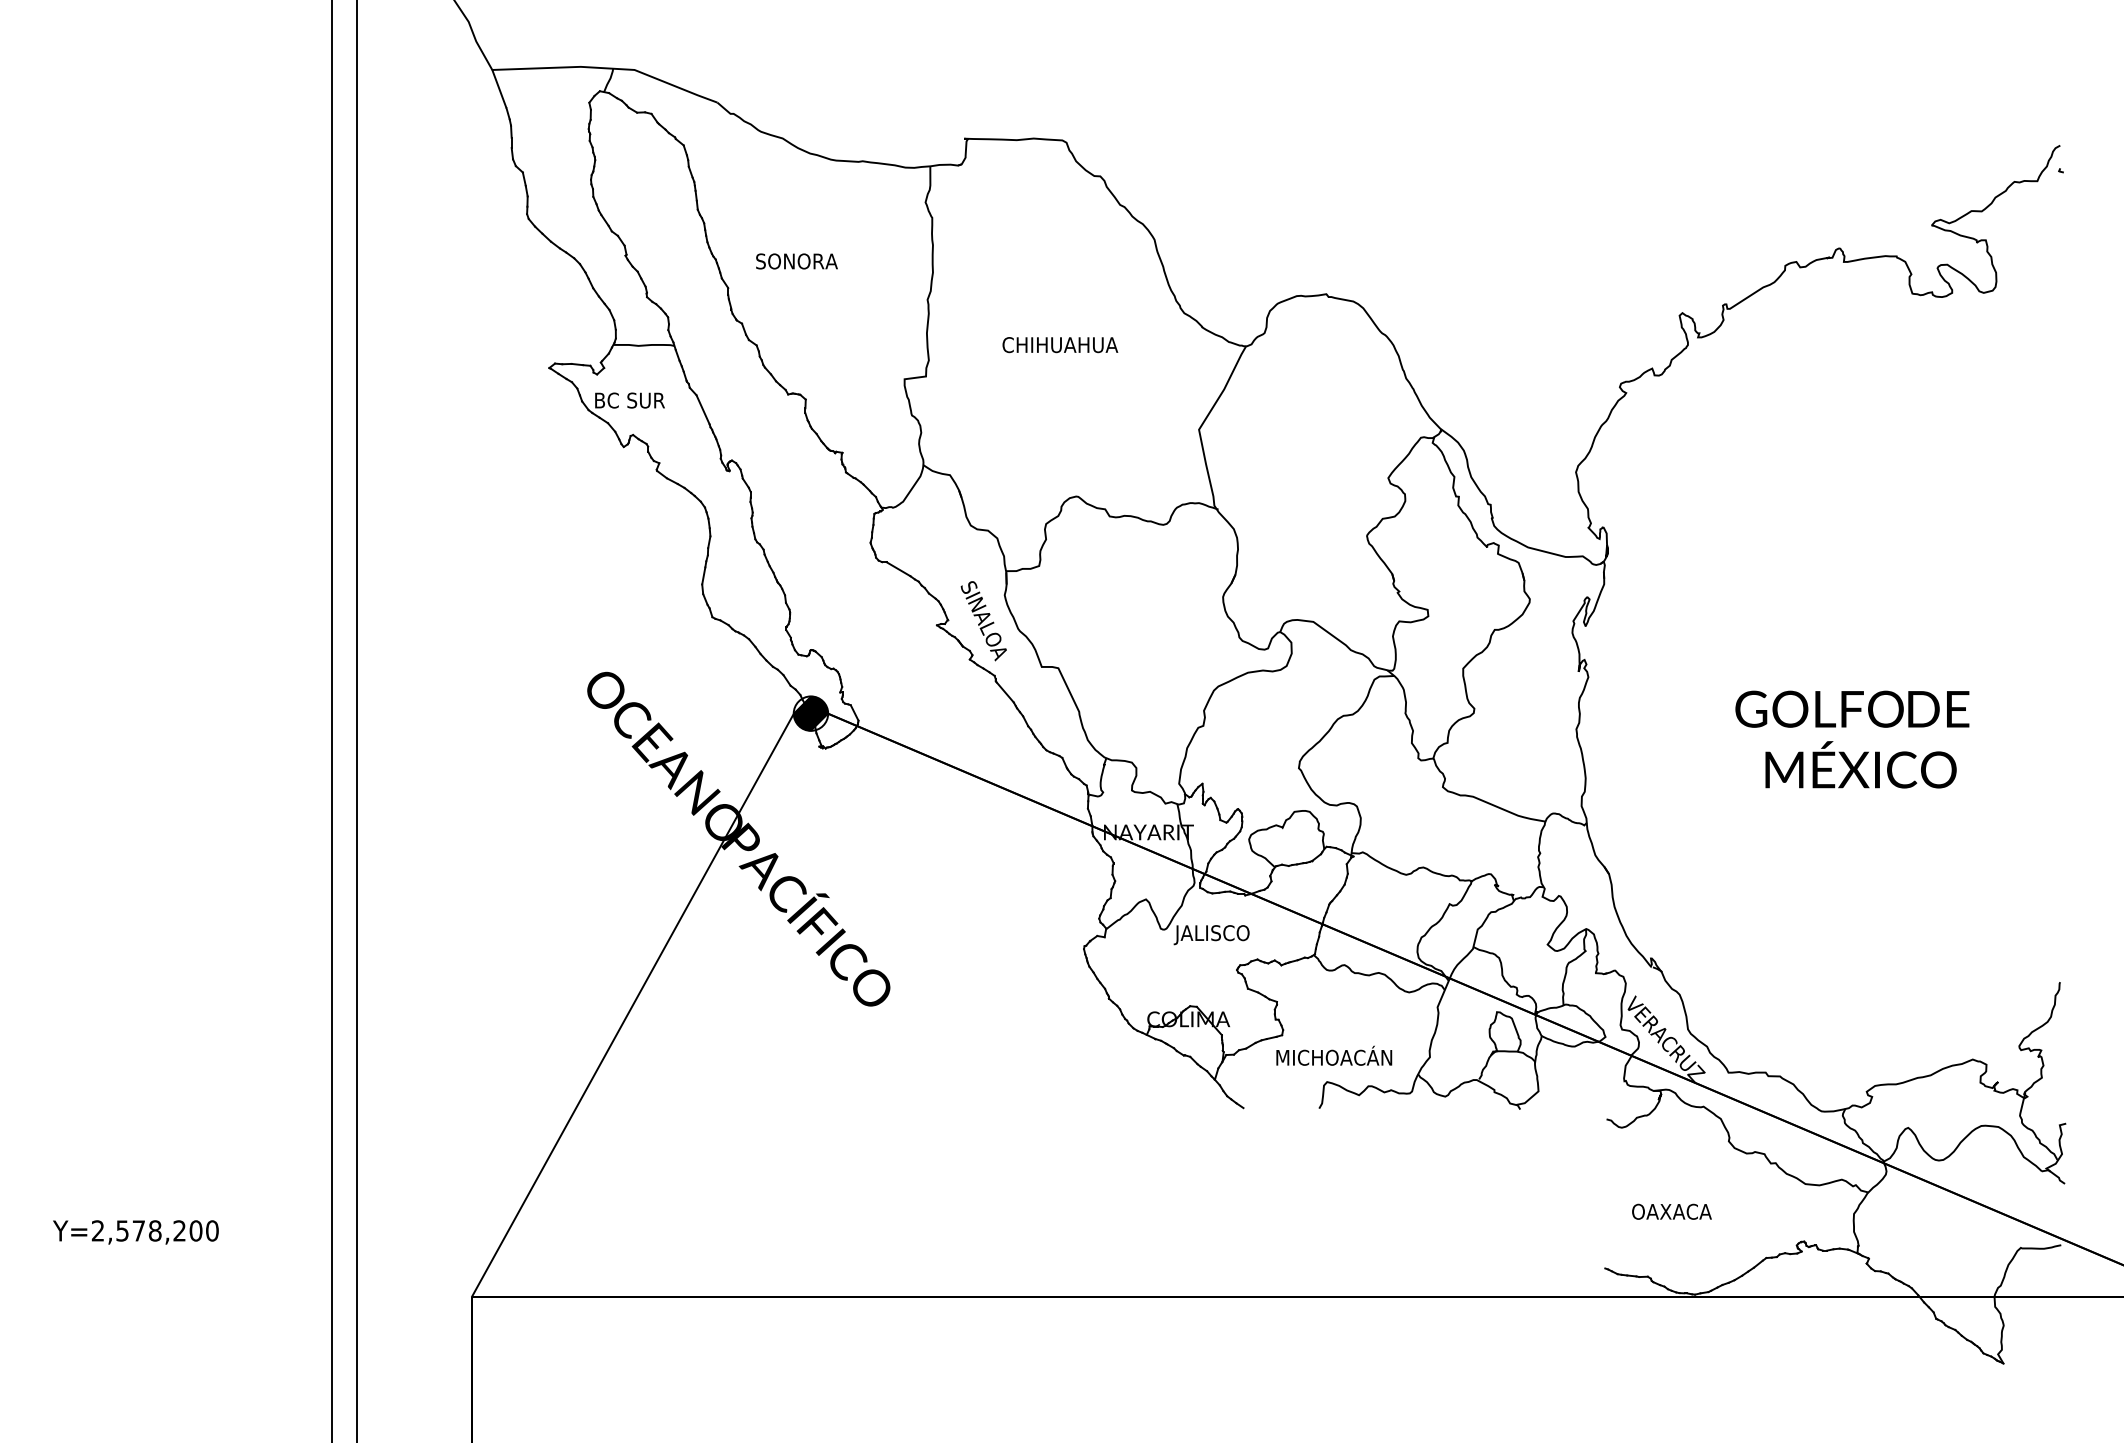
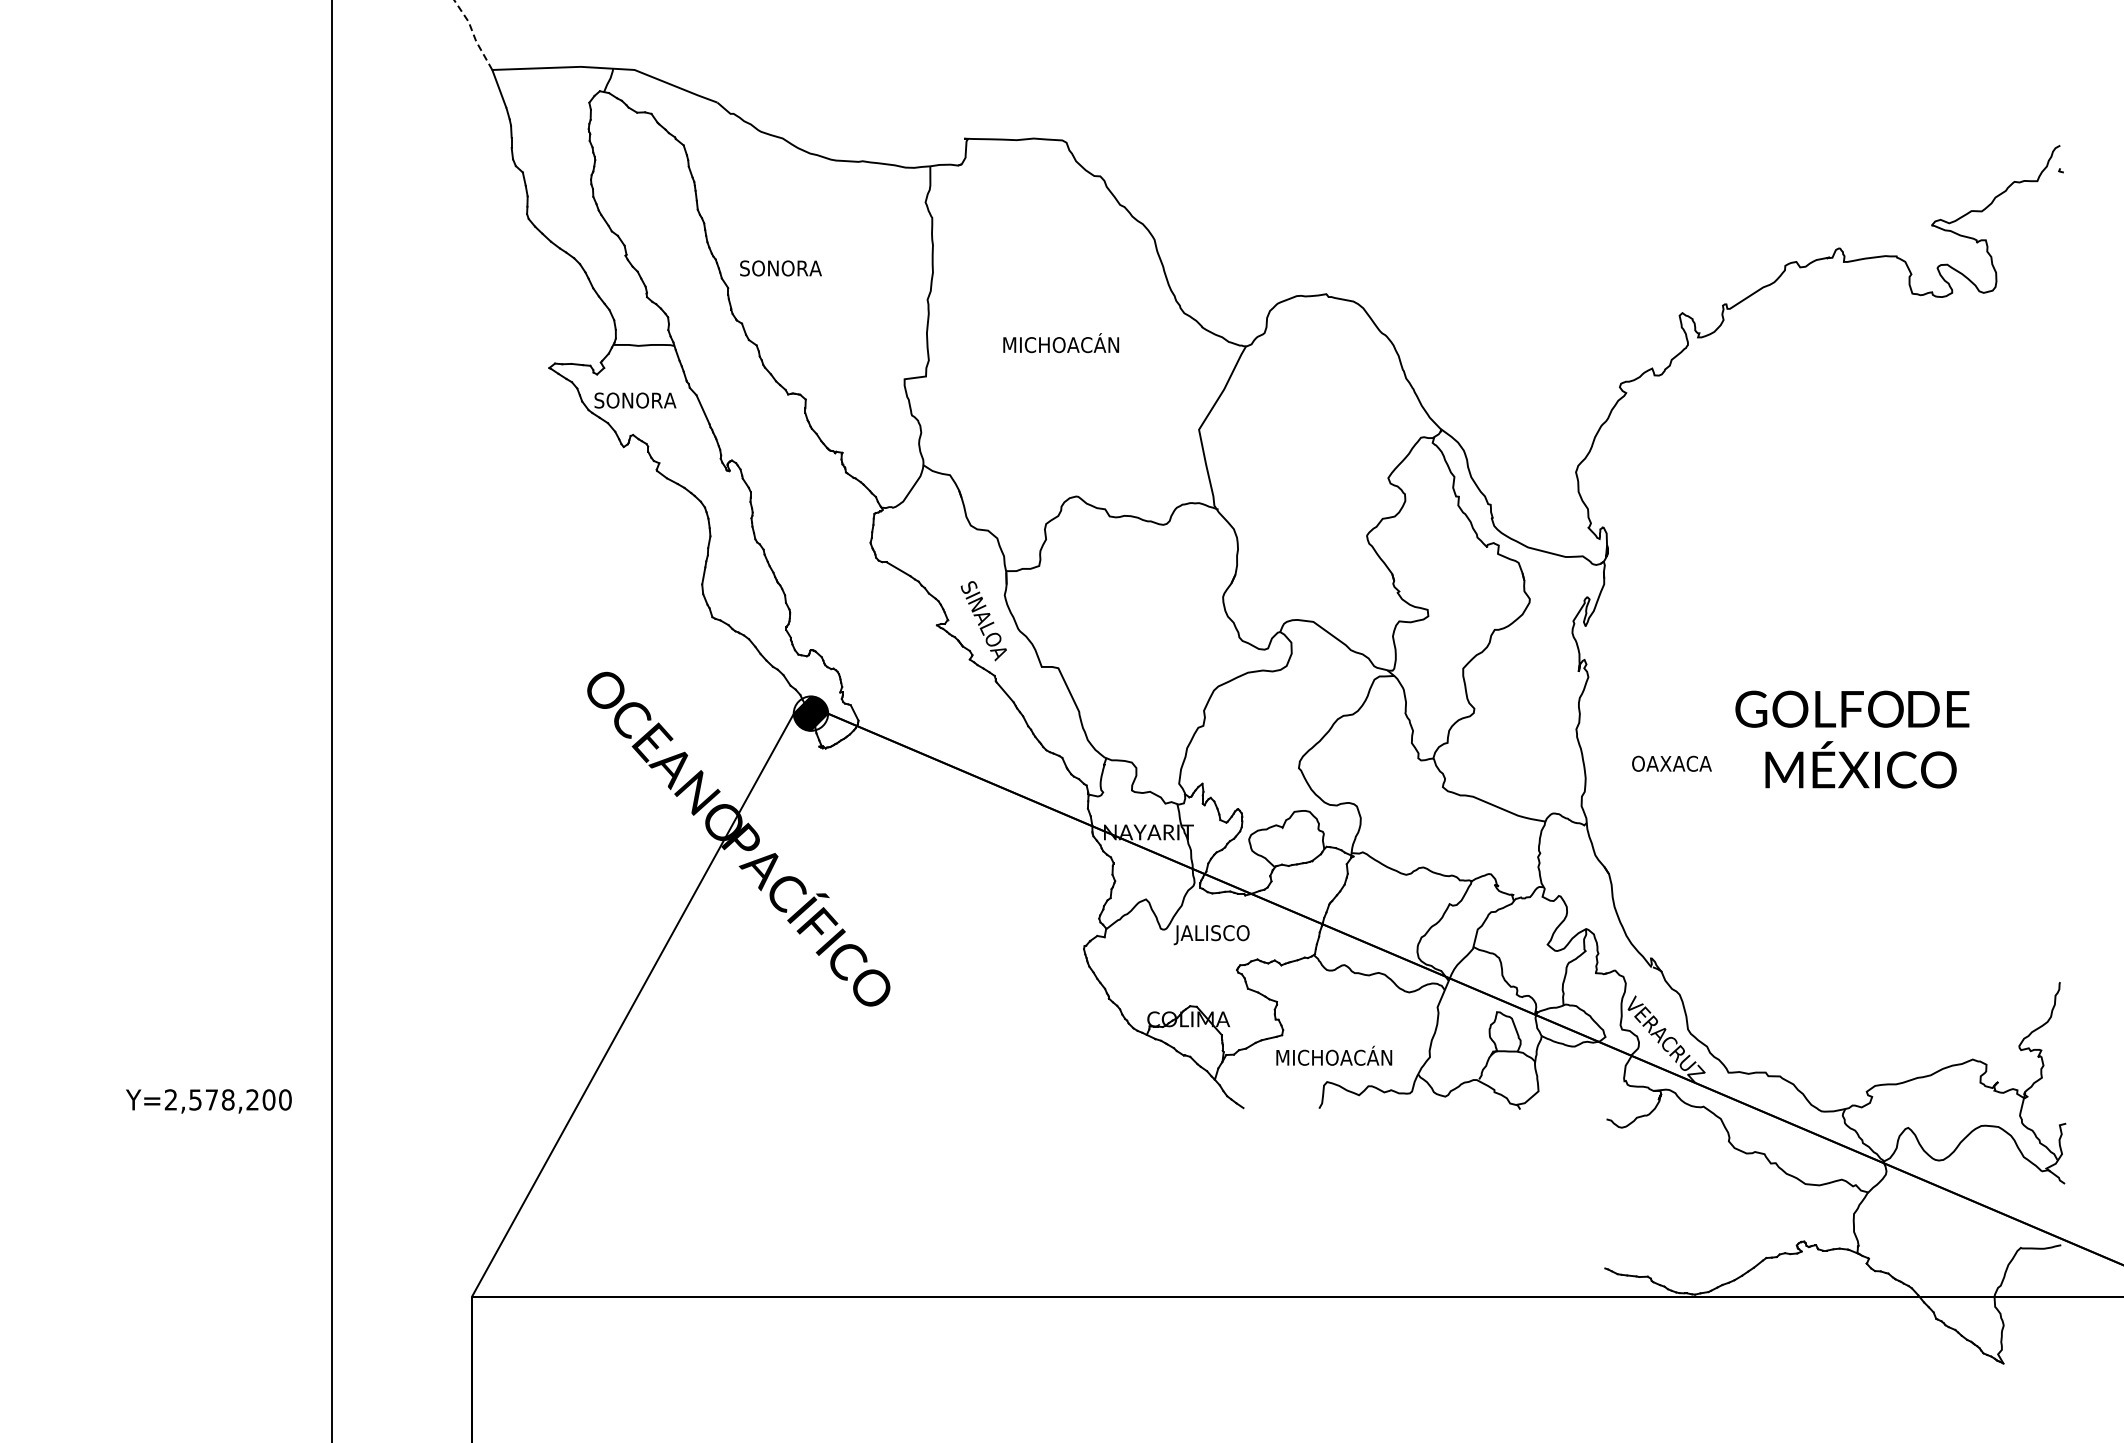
line at (473, 34): solid -> dashed
text at (796, 261) position: (796, 261) -> (780, 268)
text at (1060, 343): CHIHUAHUA -> MICHOACÁN
text at (635, 400): BC SUR -> SONORA
line at (356, 720): present -> none
text at (1671, 1211) position: (1671, 1211) -> (1671, 763)
text at (135, 1232) position: (135, 1232) -> (208, 1101)
